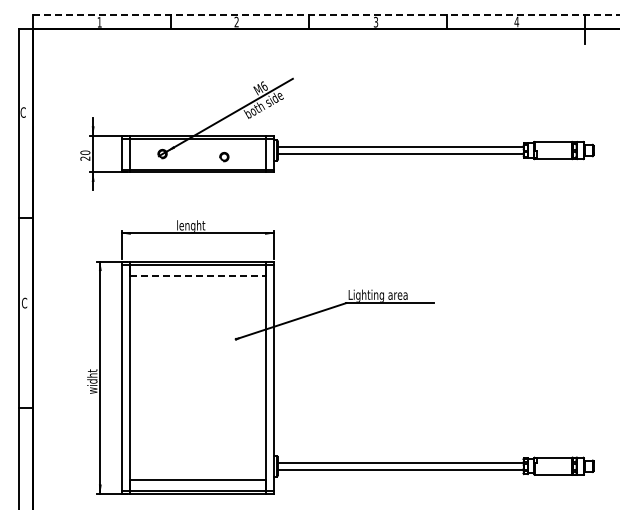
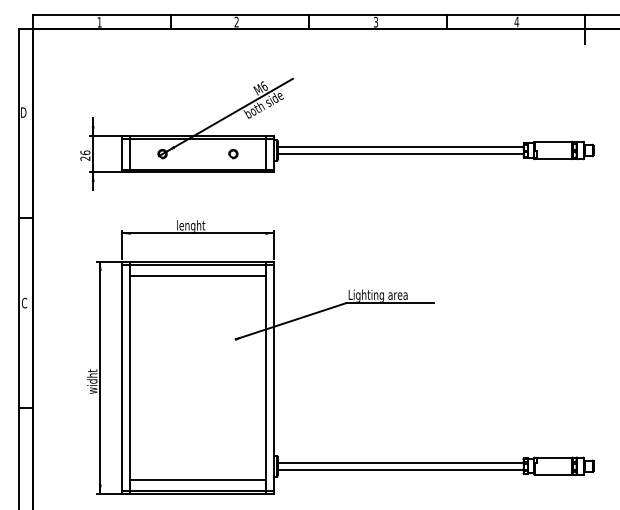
line at (326, 15): dashed -> solid
text at (23, 112): C -> D
text at (84, 152): 20 -> 26
part at (224, 157) position: (224, 157) -> (233, 154)
line at (197, 275): dashed -> solid
